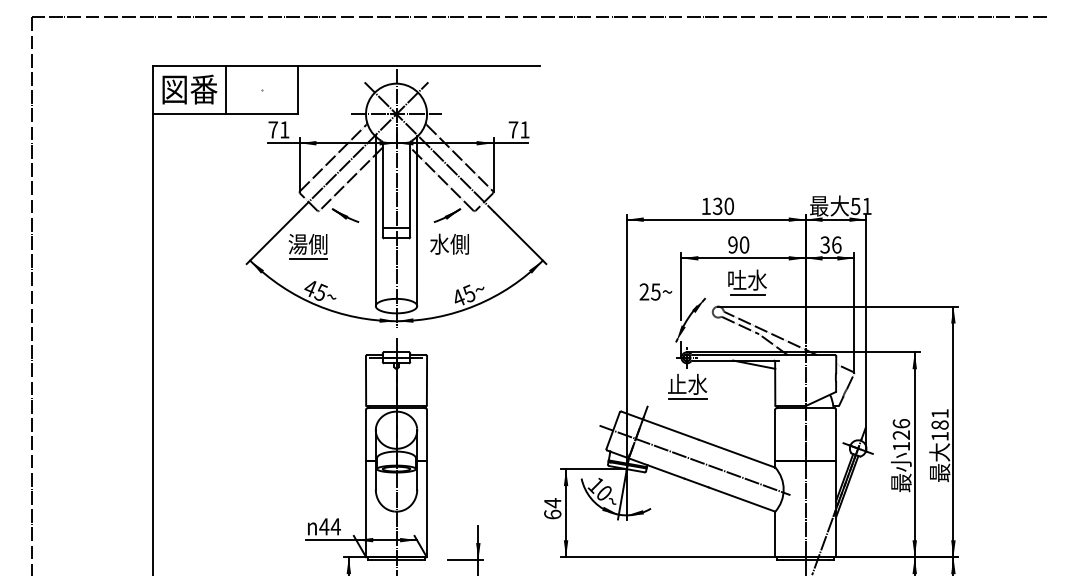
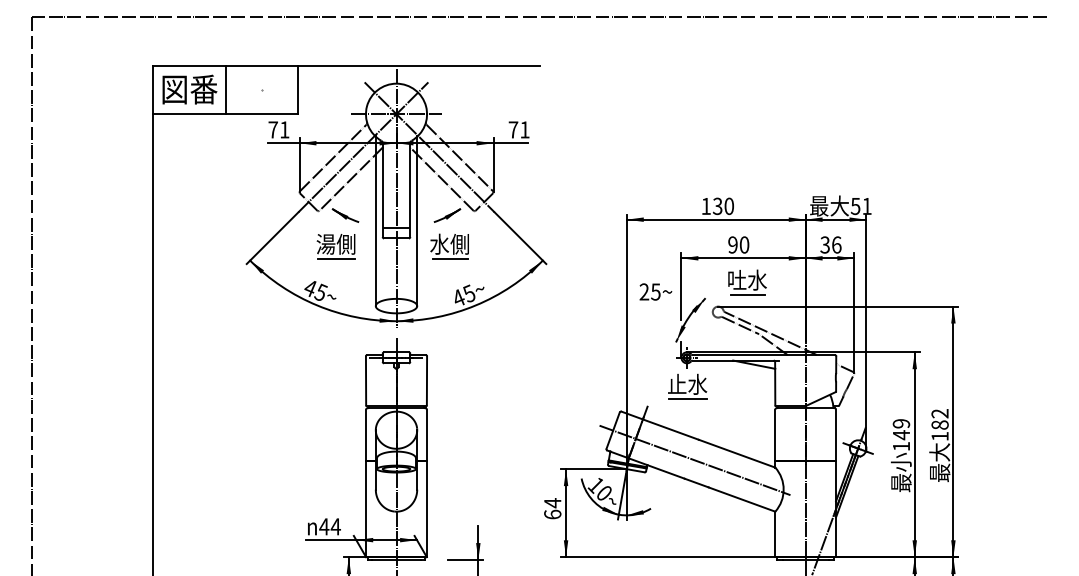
part at (307, 246) position: (307, 246) -> (335, 246)
line at (450, 259): none -> present
text at (939, 413): 181 -> 182
text at (901, 429): 126 -> 149
